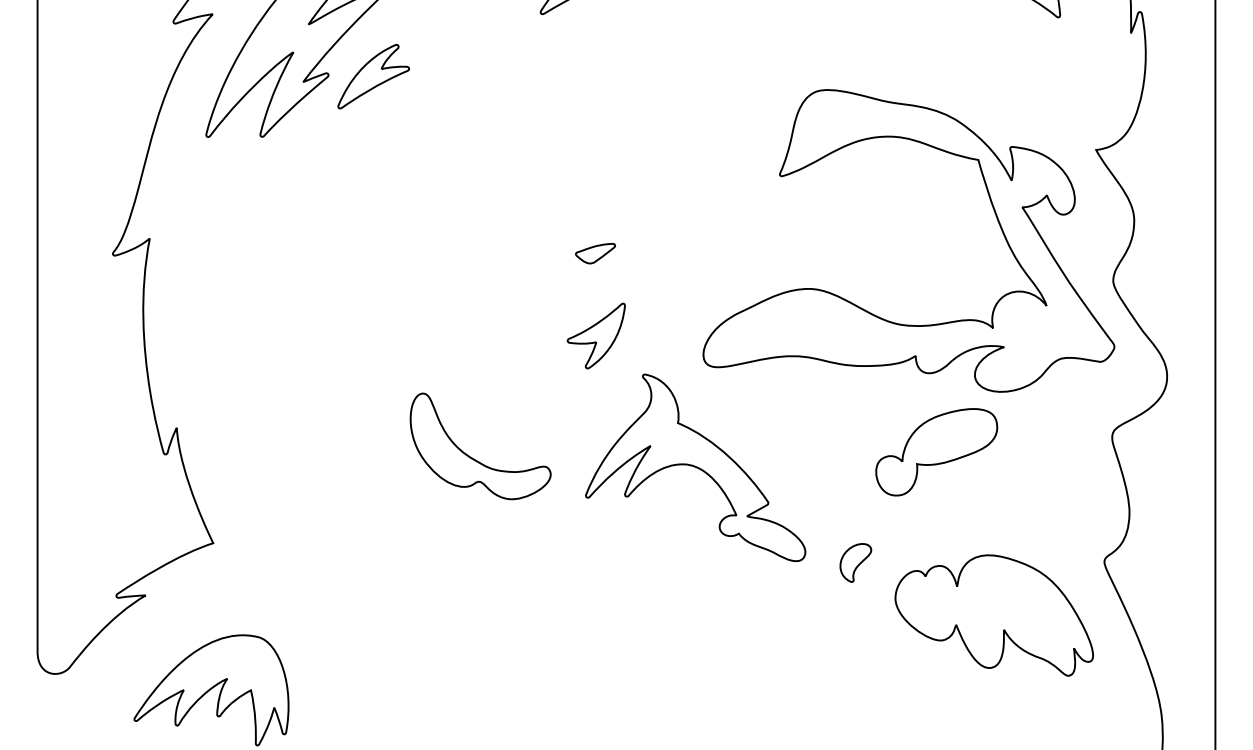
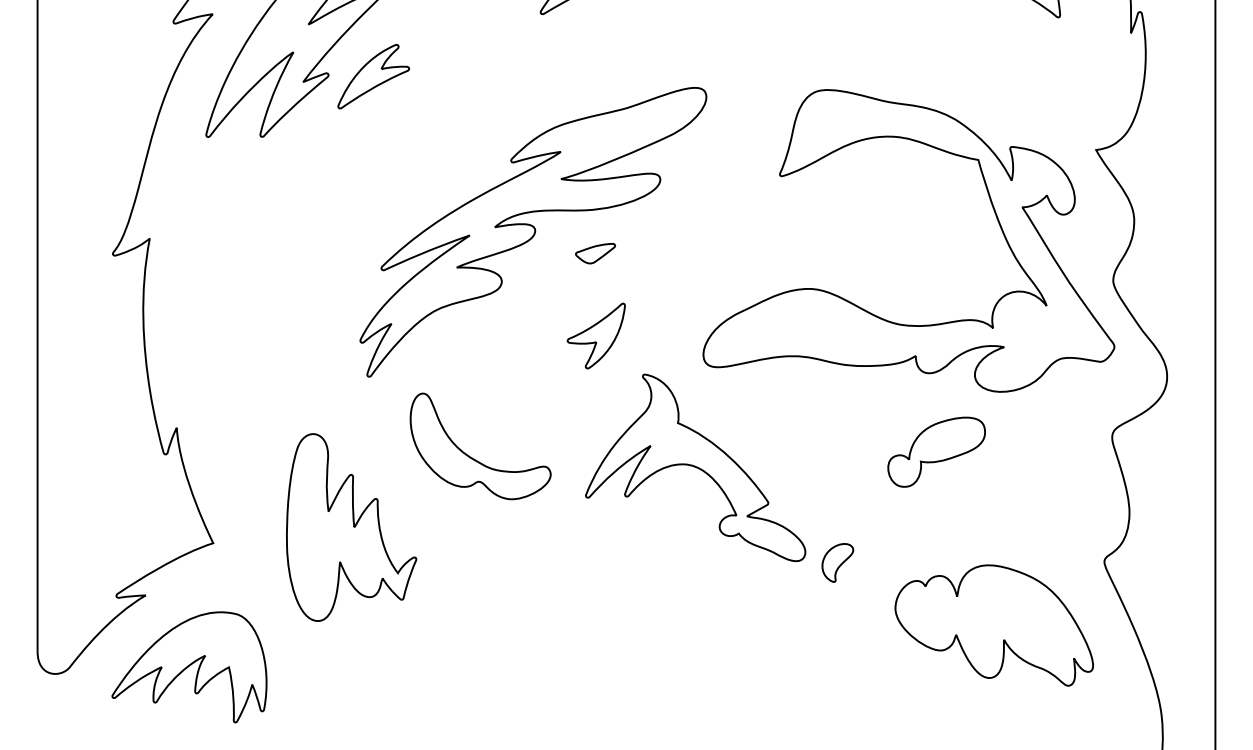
part at (533, 232): none -> present
part at (936, 452) size: 124x89 px -> 99x72 px
part at (351, 527): none -> present
part at (855, 562) position: (855, 562) -> (837, 562)
part at (993, 615) position: (993, 615) -> (993, 625)
part at (211, 690) position: (211, 690) -> (189, 667)
